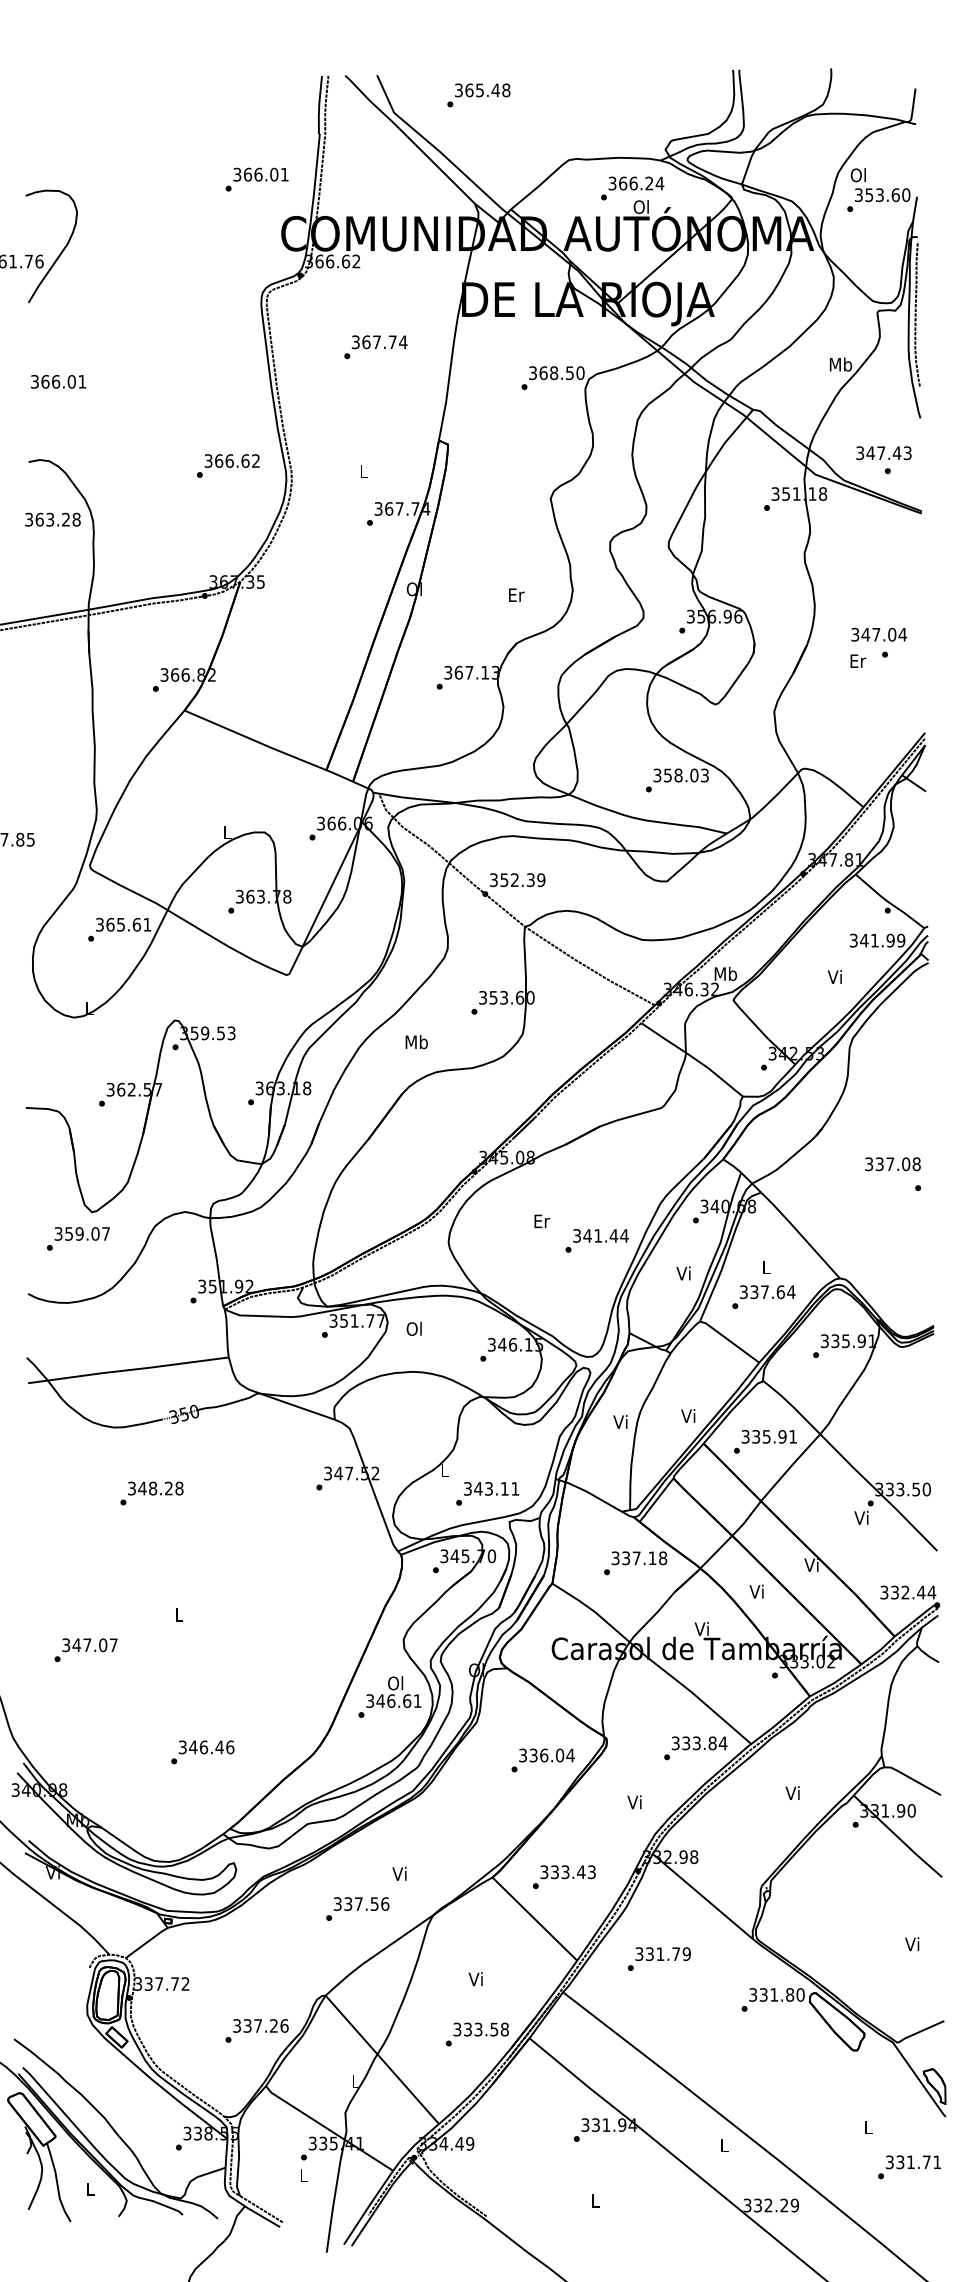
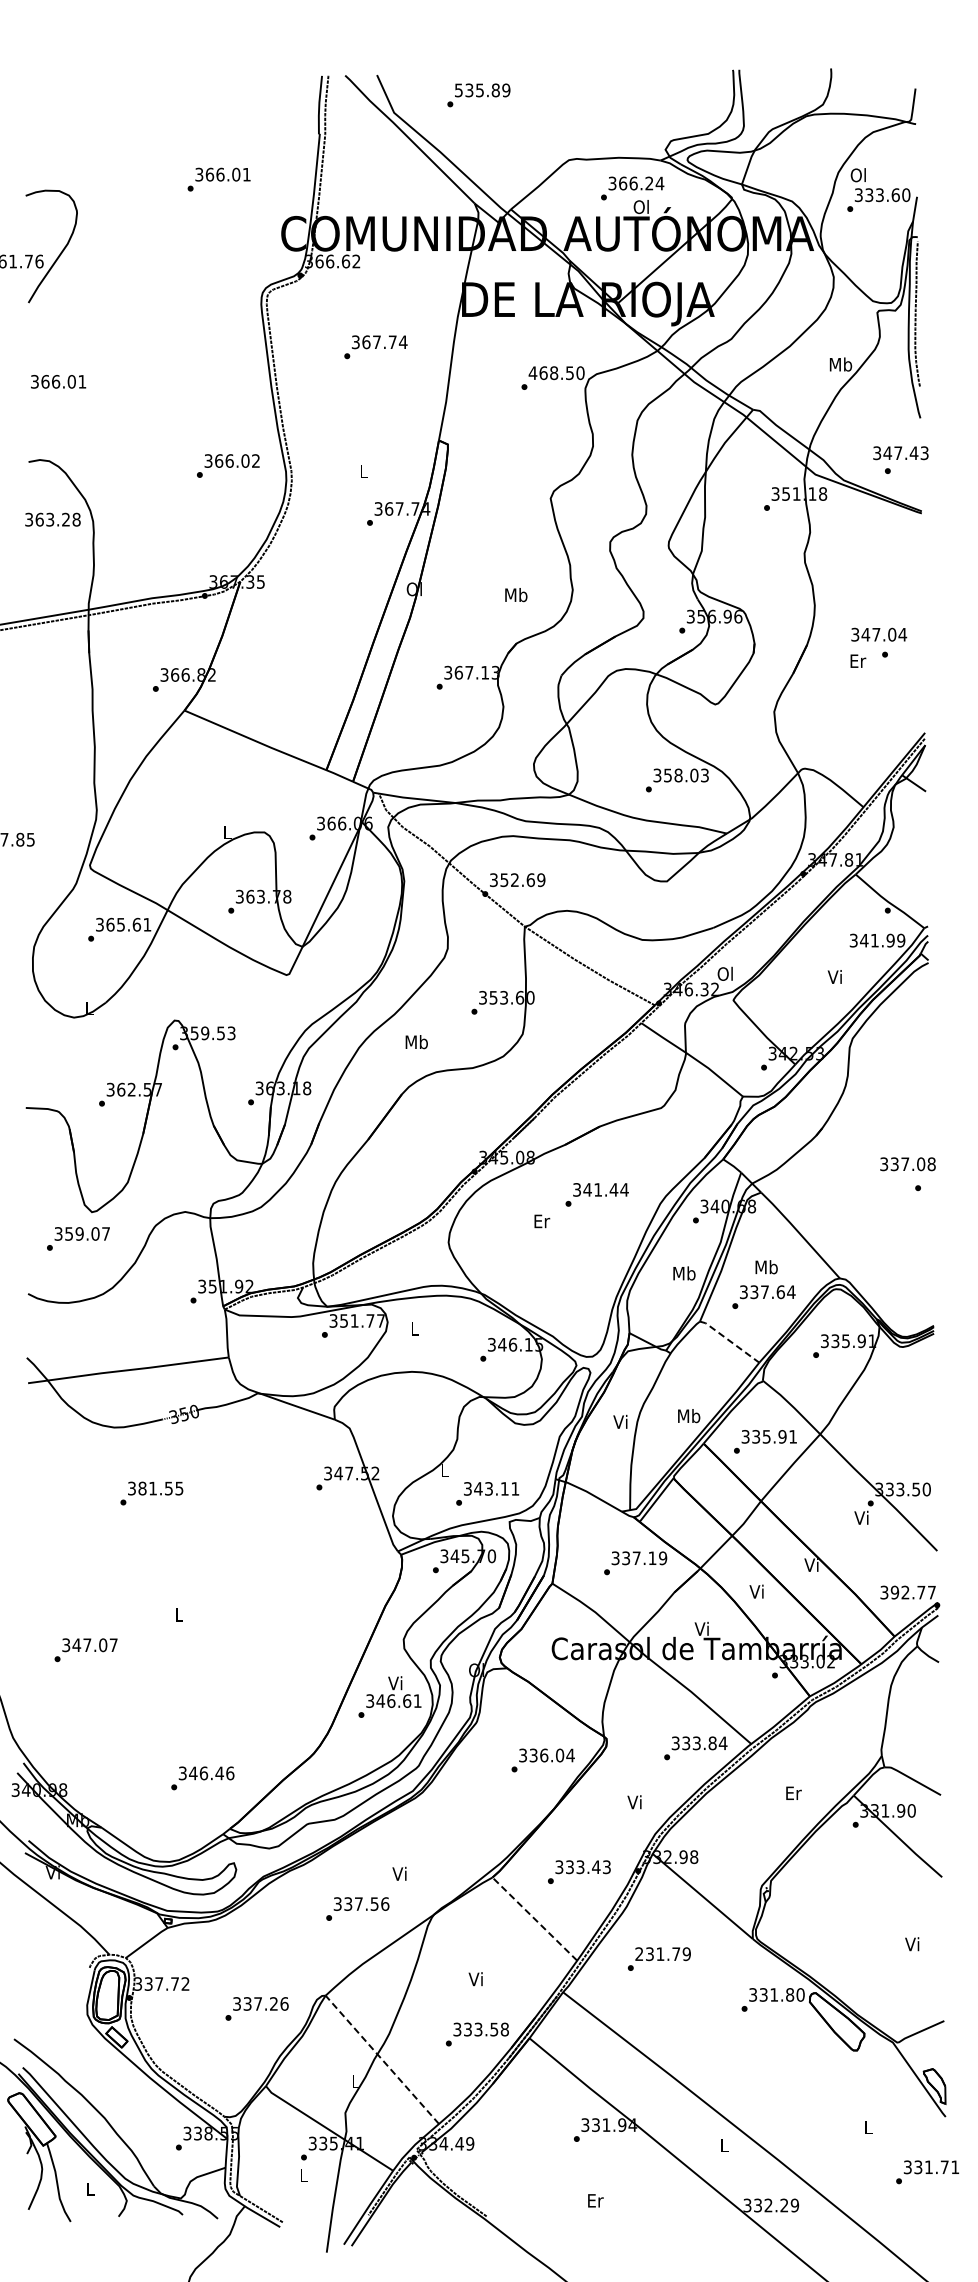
text at (482, 90): 365.48 -> 535.89
text at (256, 179) position: (256, 179) -> (218, 179)
text at (869, 194): 353.60 -> 333.60
text at (532, 373): 368.50 -> 468.50
text at (883, 453) position: (883, 453) -> (900, 453)
text at (245, 460): 366.62 -> 366.02
text at (516, 595): Er -> Mb
text at (530, 880): 352.39 -> 352.69
text at (725, 973): Mb -> Ol
text at (892, 1164) position: (892, 1164) -> (907, 1164)
text at (596, 1240) position: (596, 1240) -> (596, 1194)
text at (766, 1267): L -> Mb
text at (684, 1273): Vi -> Mb
text at (413, 1328): Ol -> L
line at (729, 1340): solid -> dashed
text at (689, 1416): Vi -> Mb
text at (160, 1488): 348.28 -> 381.55
text at (663, 1558): 337.18 -> 337.19
text at (913, 1592): 332.44 -> 392.77
text at (395, 1683): Ol -> Vi
text at (202, 1752) position: (202, 1752) -> (202, 1778)
text at (793, 1792): Vi -> Er
text at (564, 1876) position: (564, 1876) -> (579, 1871)
line at (534, 1918): solid -> dashed
text at (639, 1954): 331.79 -> 231.79
text at (256, 2030) position: (256, 2030) -> (256, 2008)
line at (382, 2059): solid -> dashed
text at (909, 2167) position: (909, 2167) -> (927, 2172)
text at (595, 2200): L -> Er
